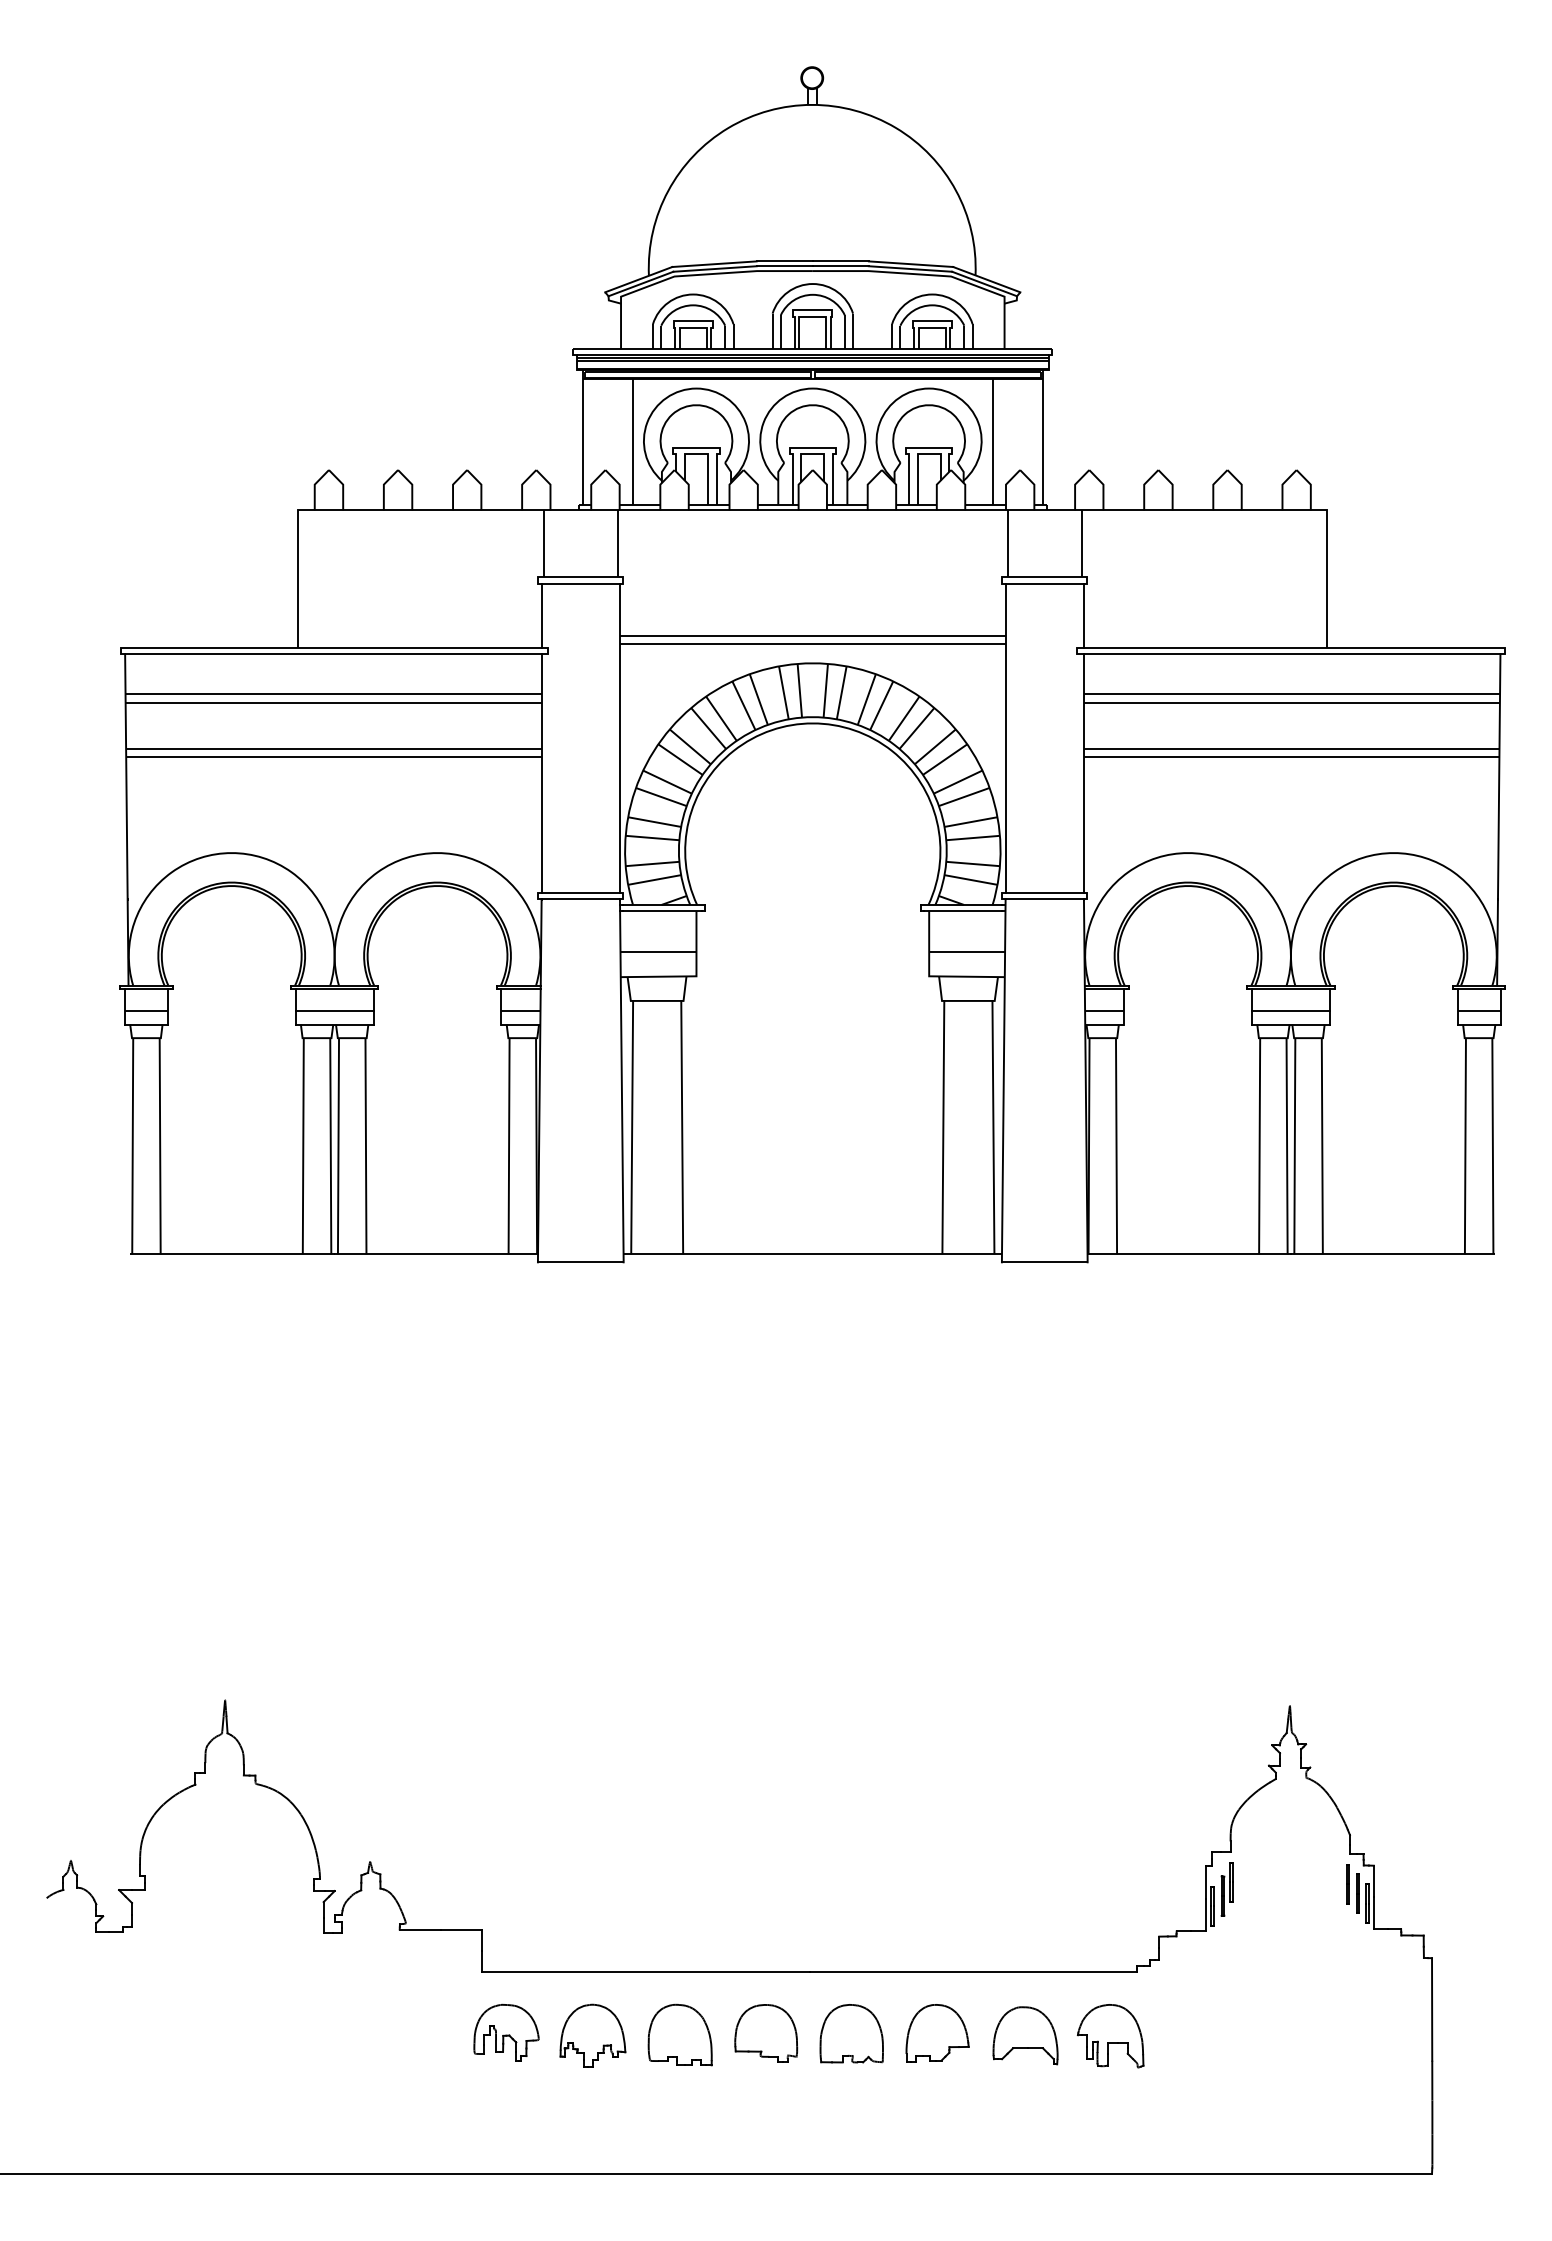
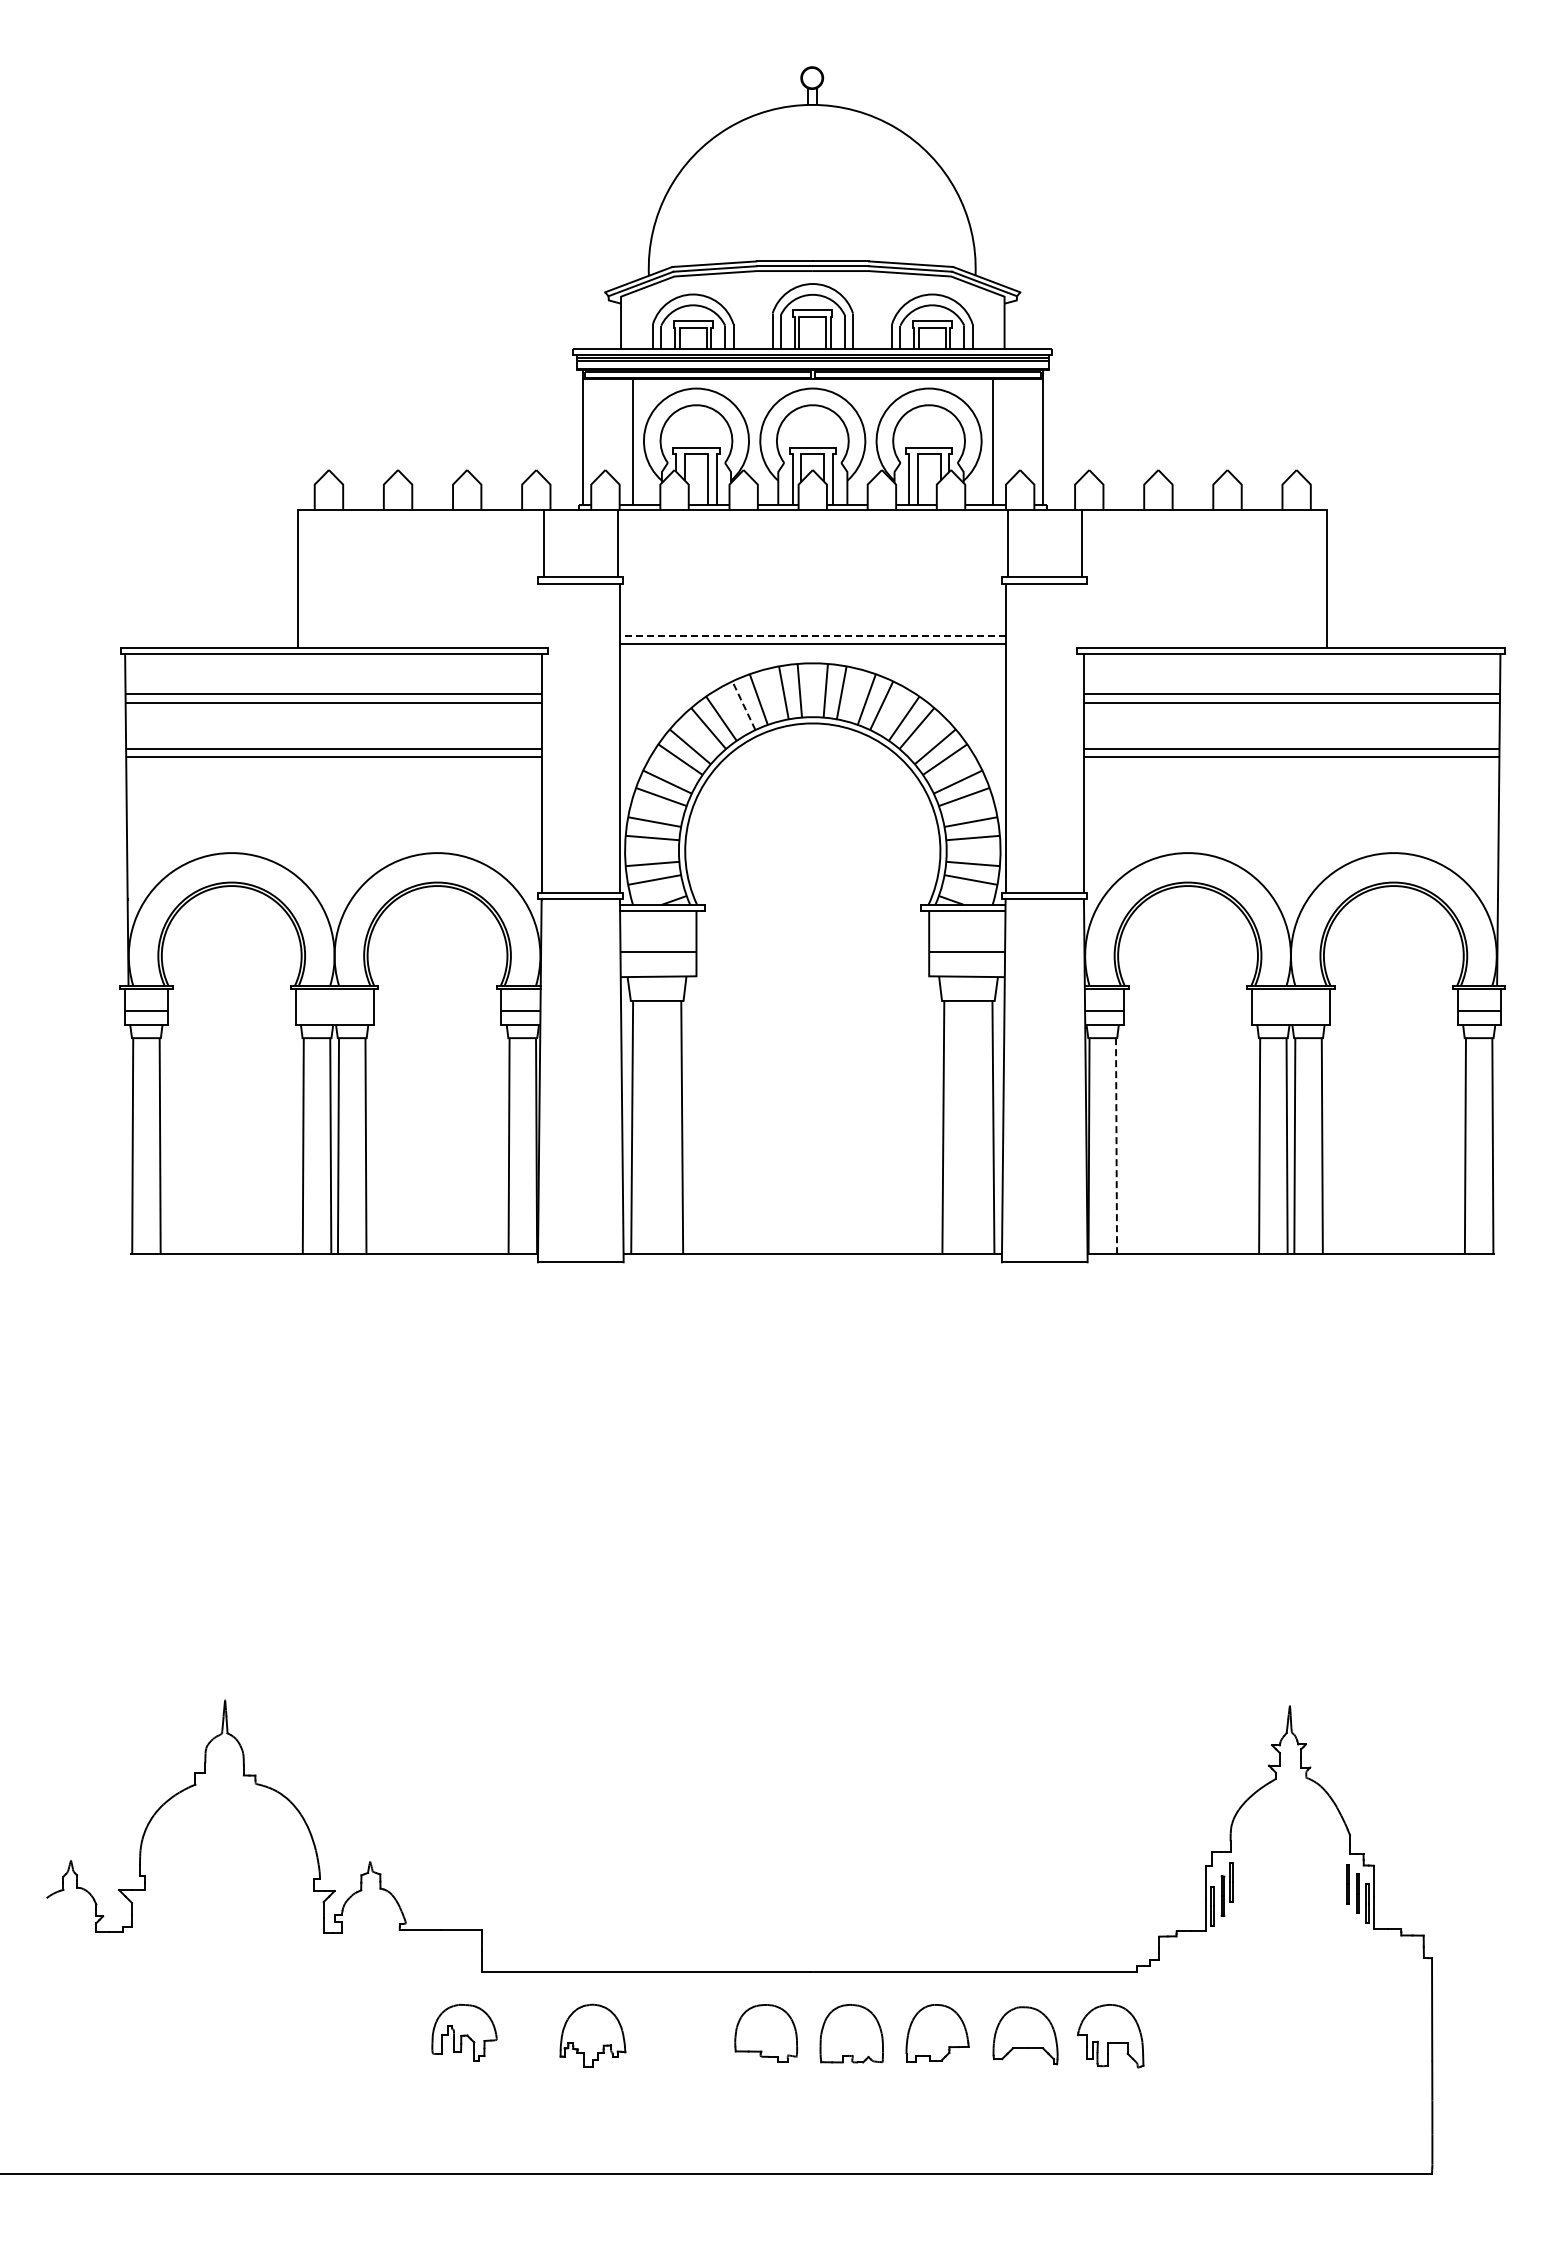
line at (541, 615): present -> none
line at (1083, 615): present -> none
line at (812, 636): solid -> dashed
line at (743, 705): solid -> dashed
line at (334, 1011): present -> none
line at (1290, 1011): present -> none
line at (1116, 1146): solid -> dashed
part at (506, 2032) position: (506, 2032) -> (464, 2032)
part at (679, 2034): present -> none
